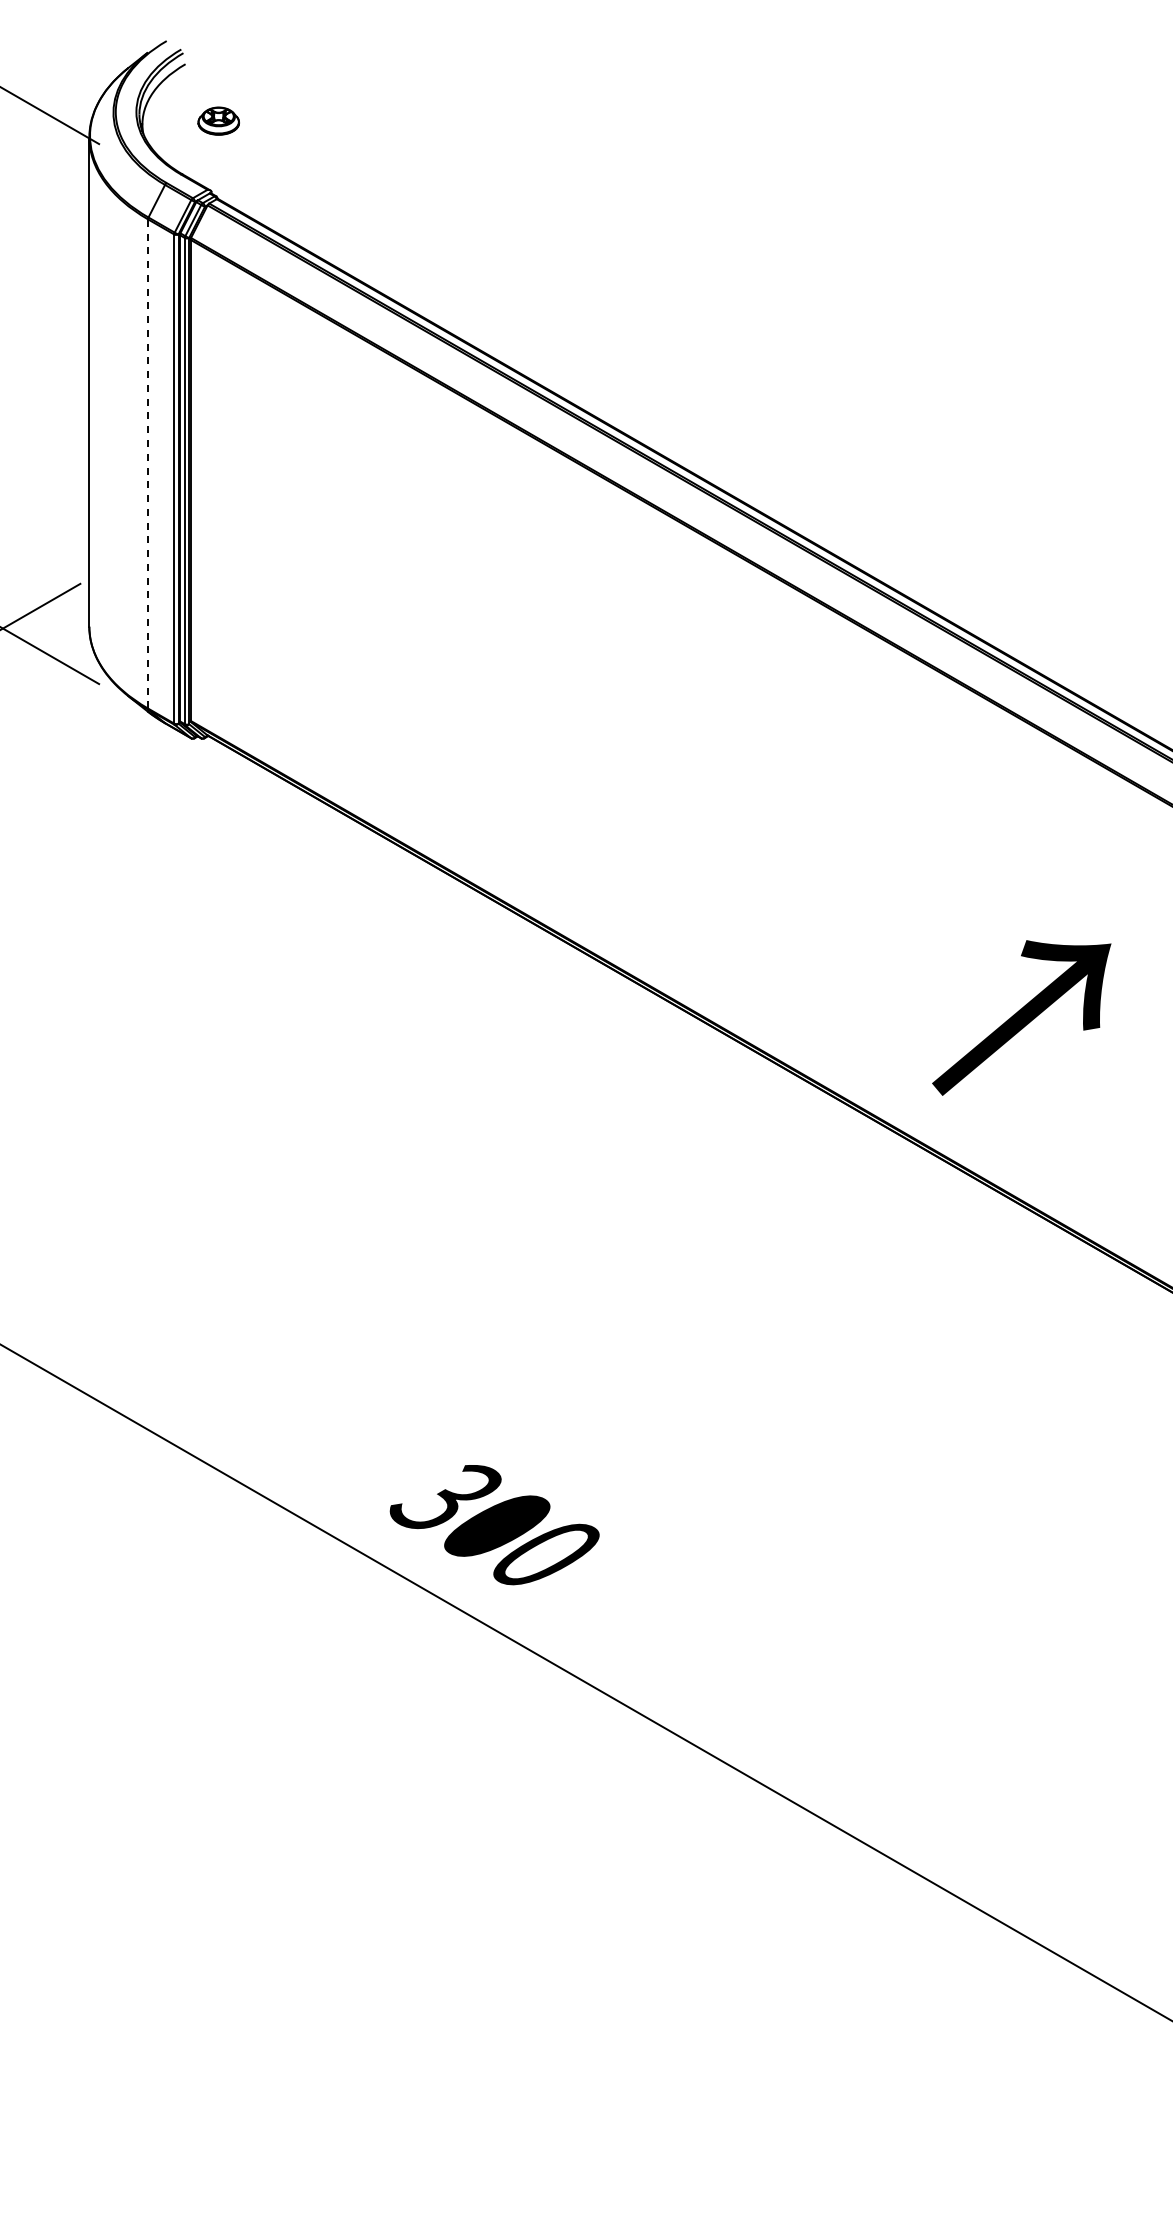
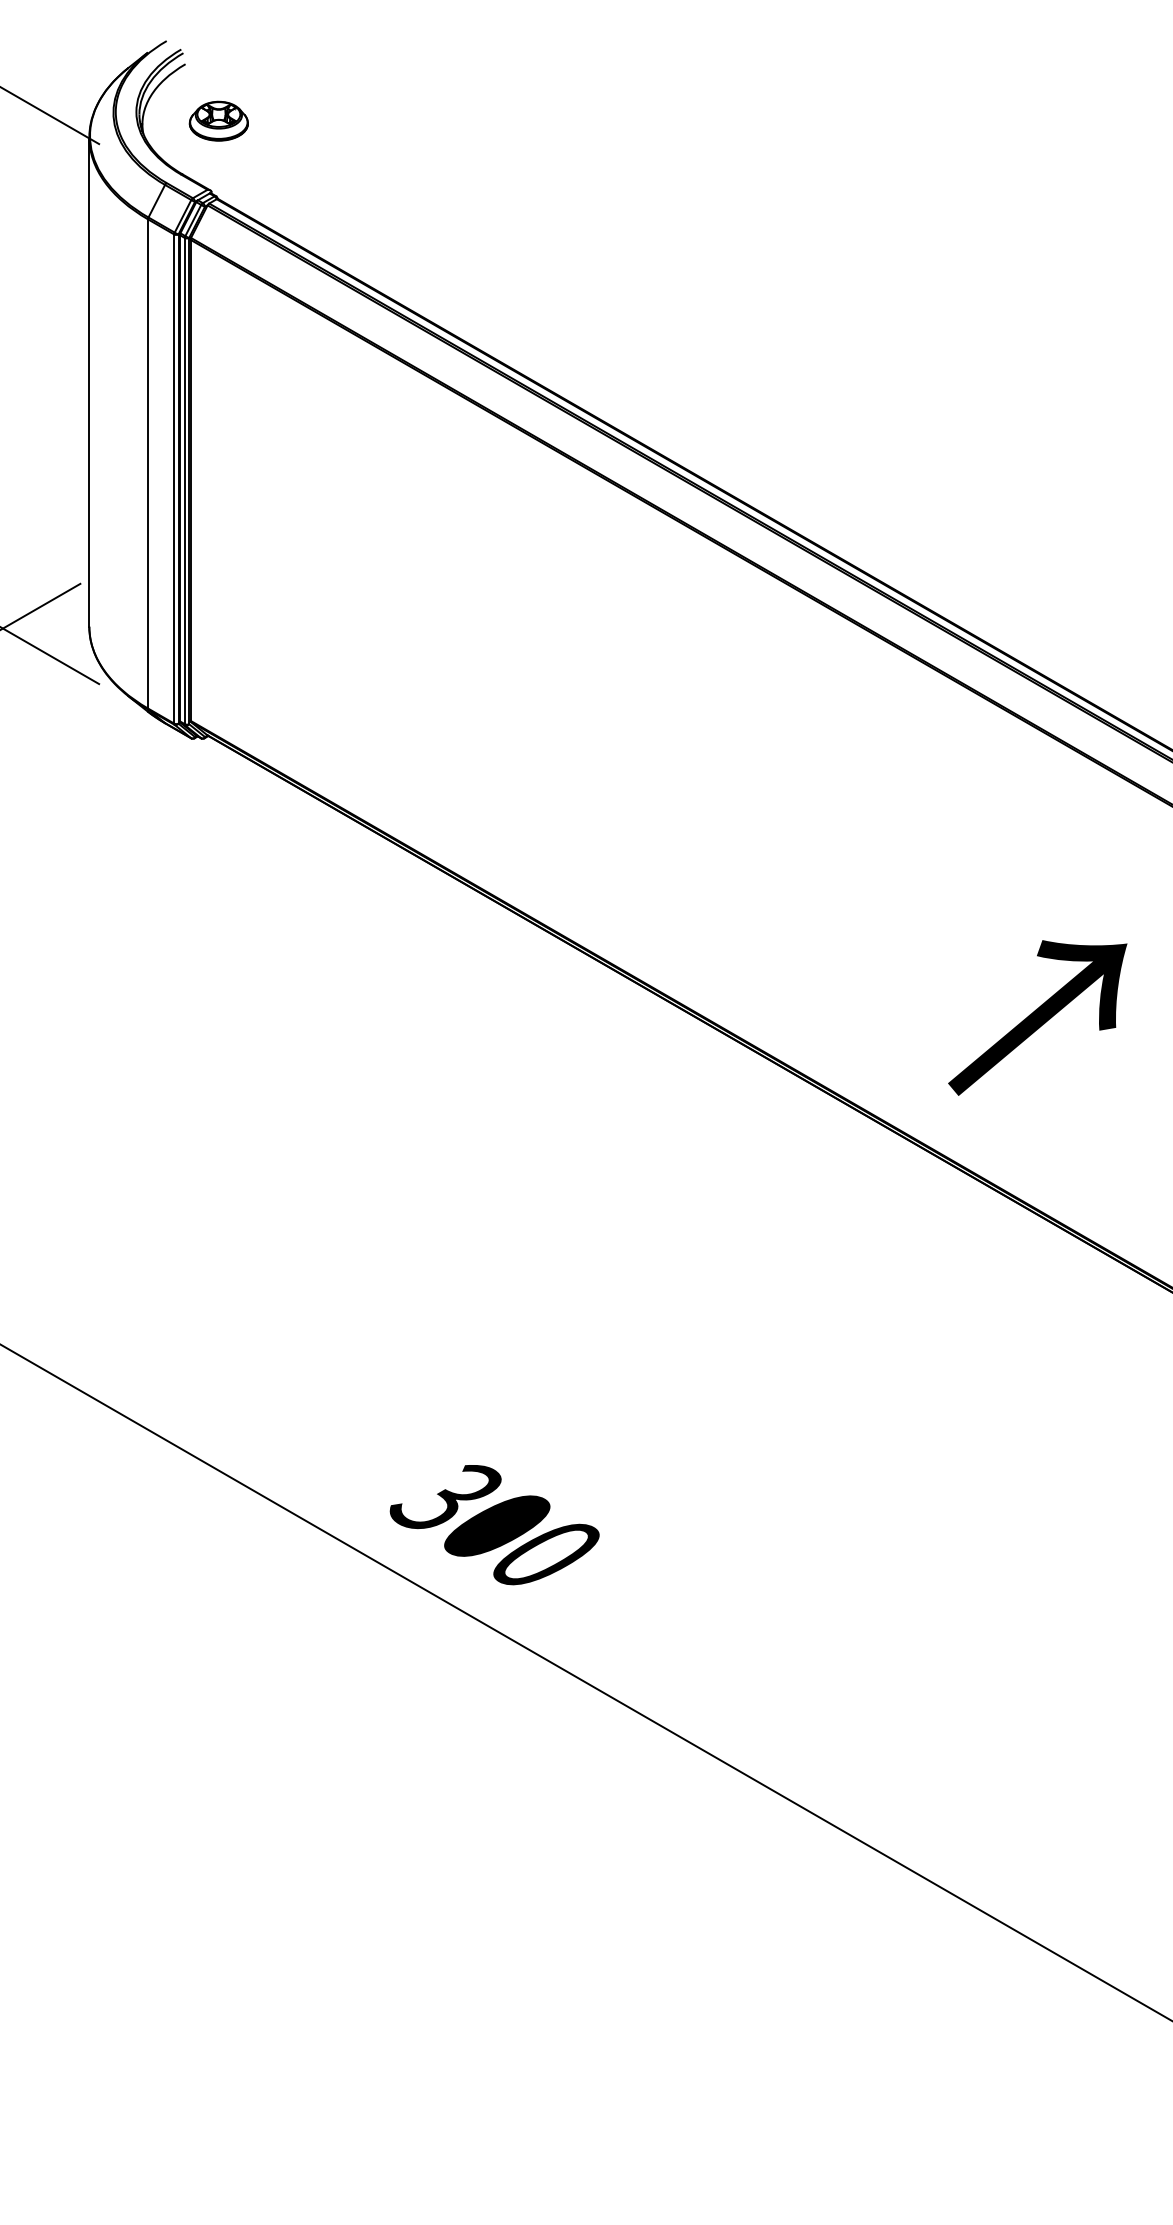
part at (218, 120) size: 43x30 px -> 61x42 px
line at (148, 463): dashed -> solid
text at (1021, 1017) position: (1021, 1017) -> (1037, 1017)
